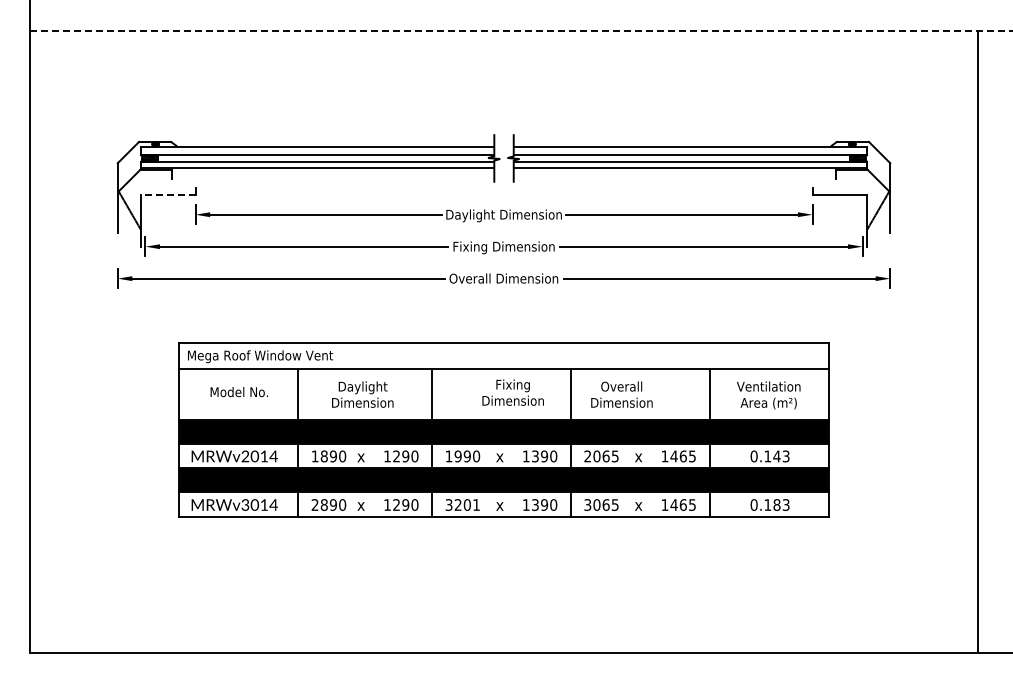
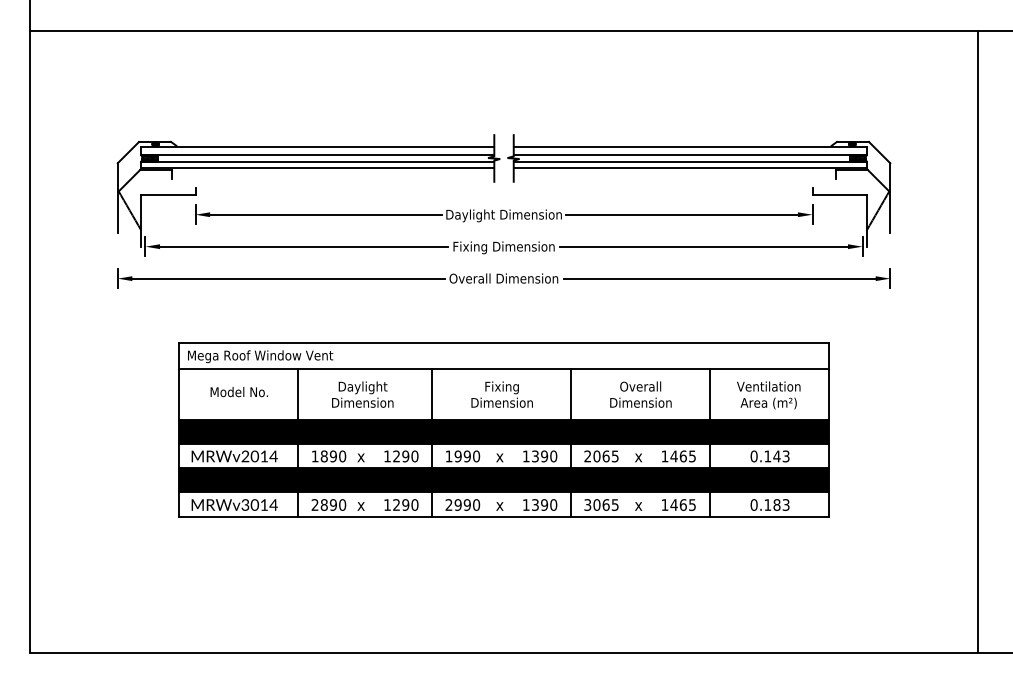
line at (521, 31): dashed -> solid
line at (167, 195): dashed -> solid
text at (512, 392) position: (512, 392) -> (501, 394)
text at (621, 394) position: (621, 394) -> (640, 394)
text at (462, 504): 3201 -> 2990
